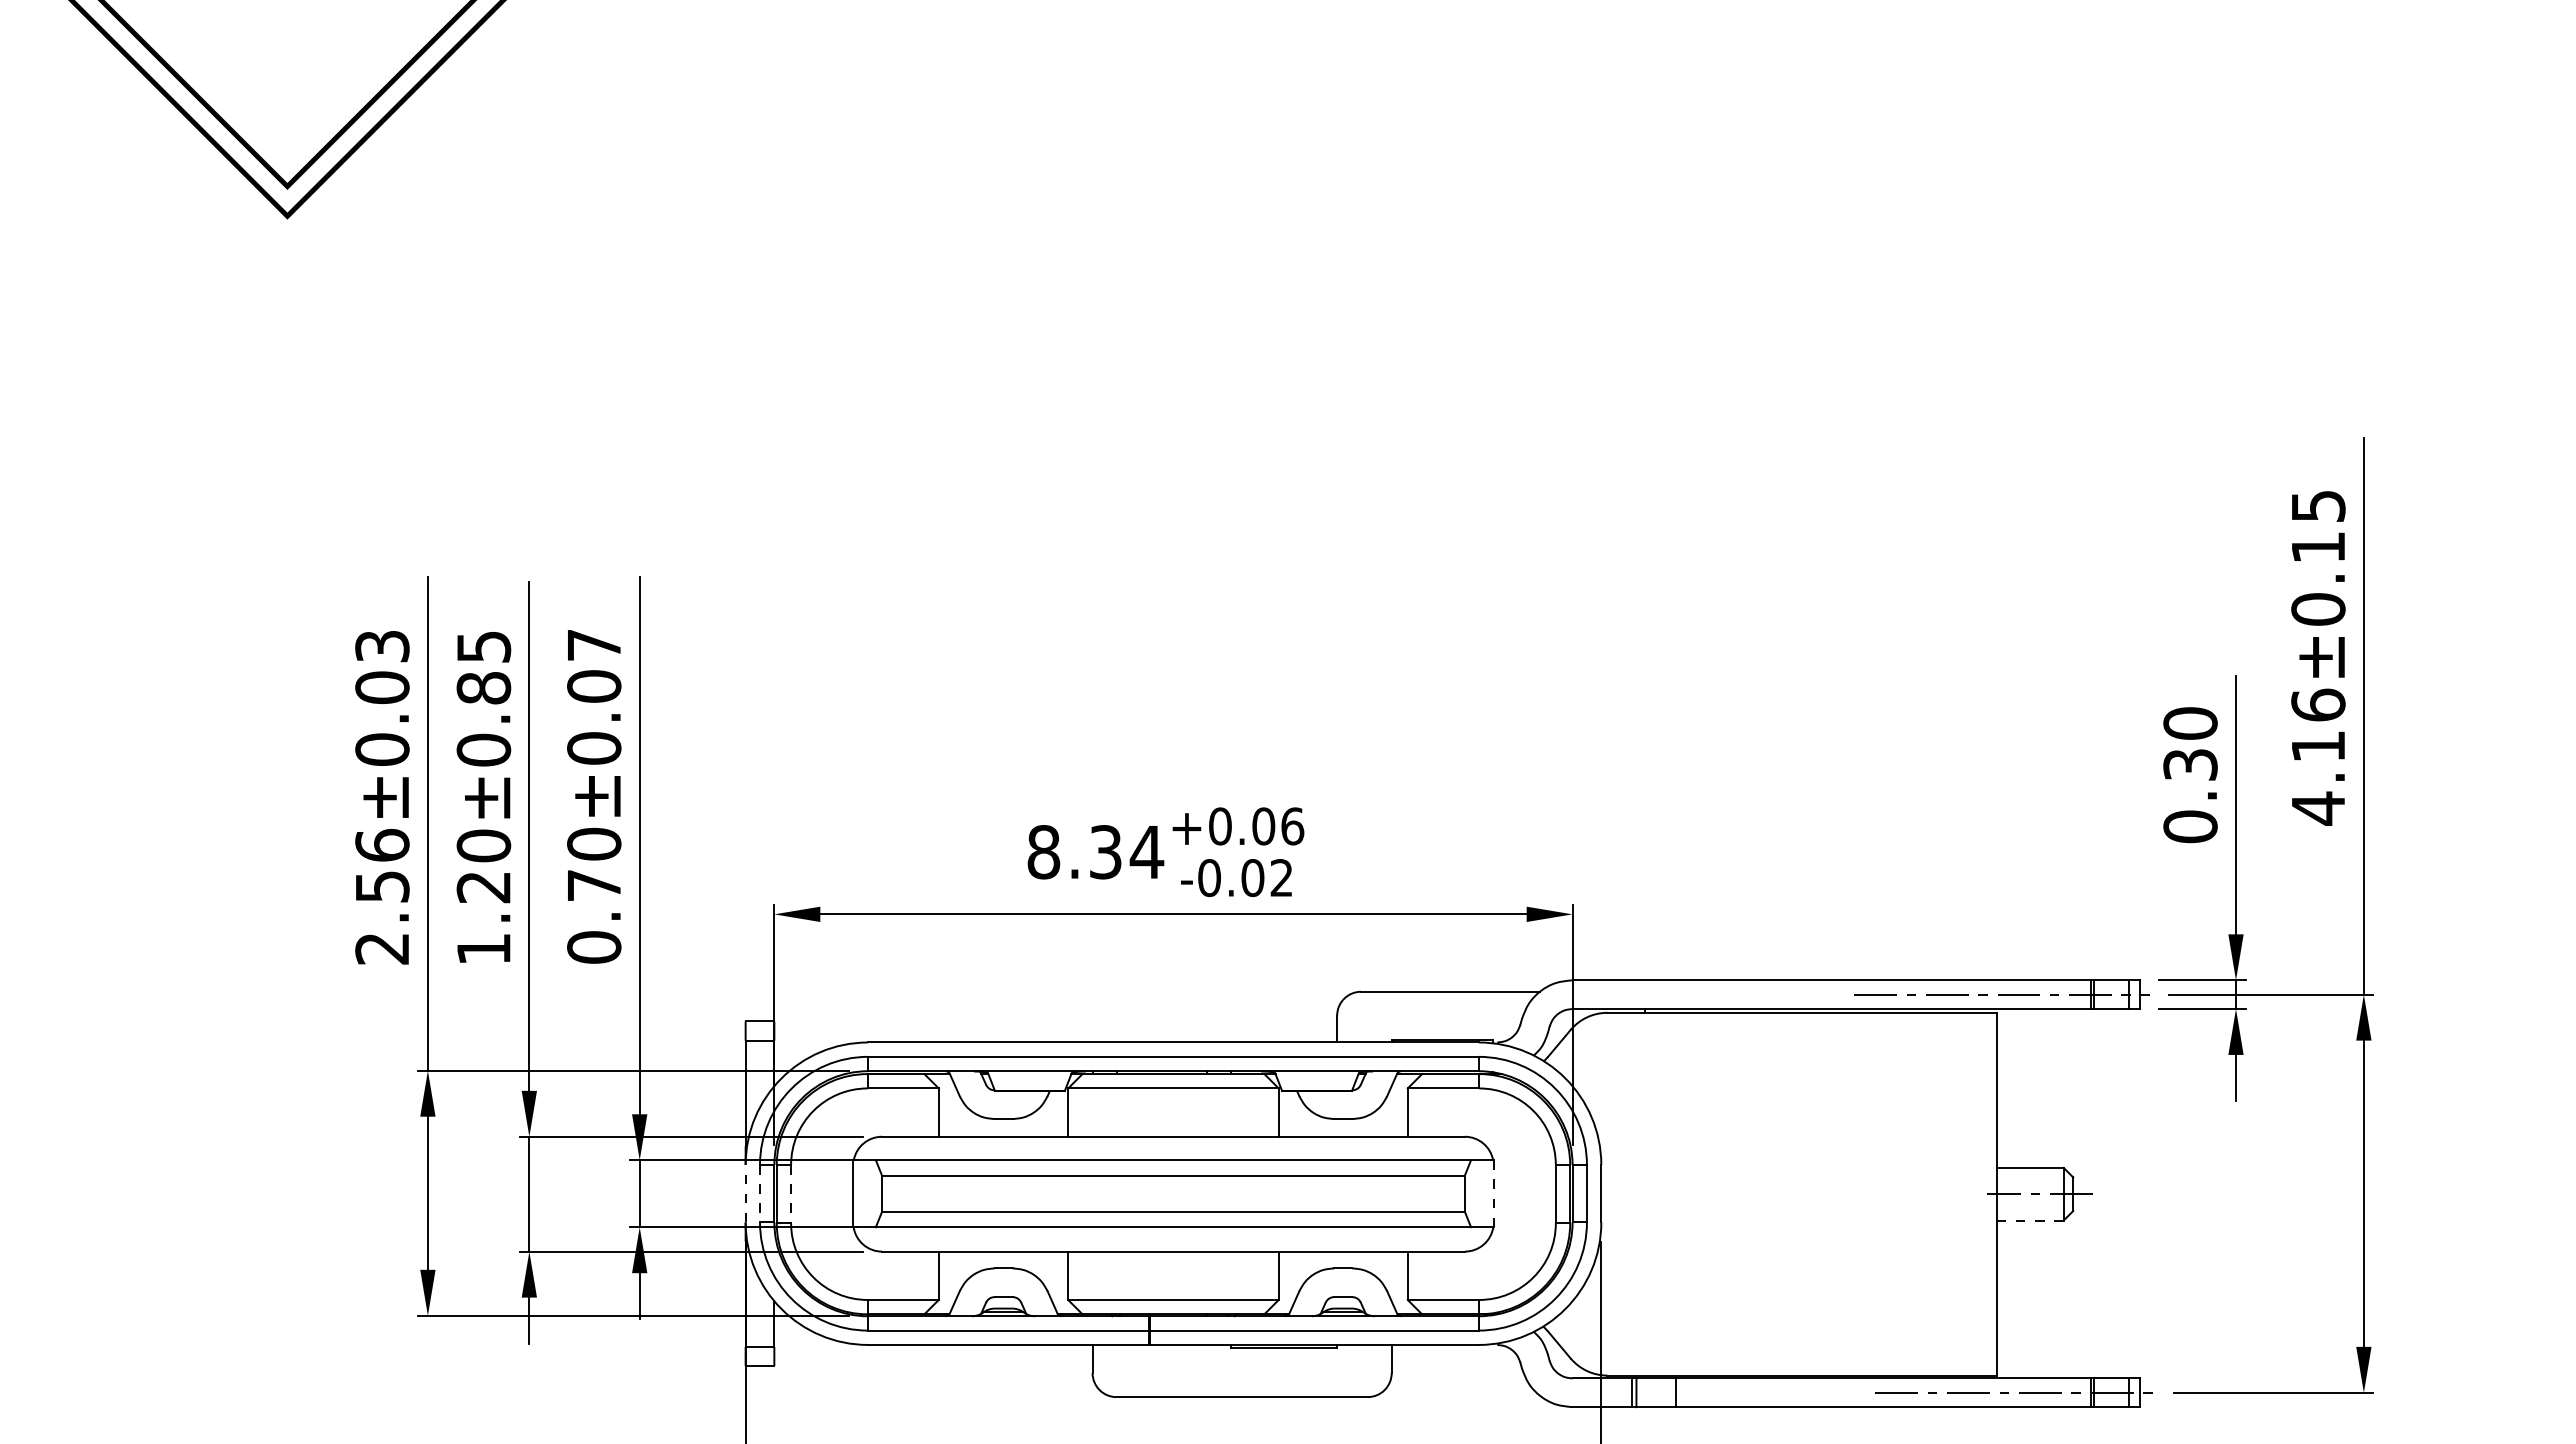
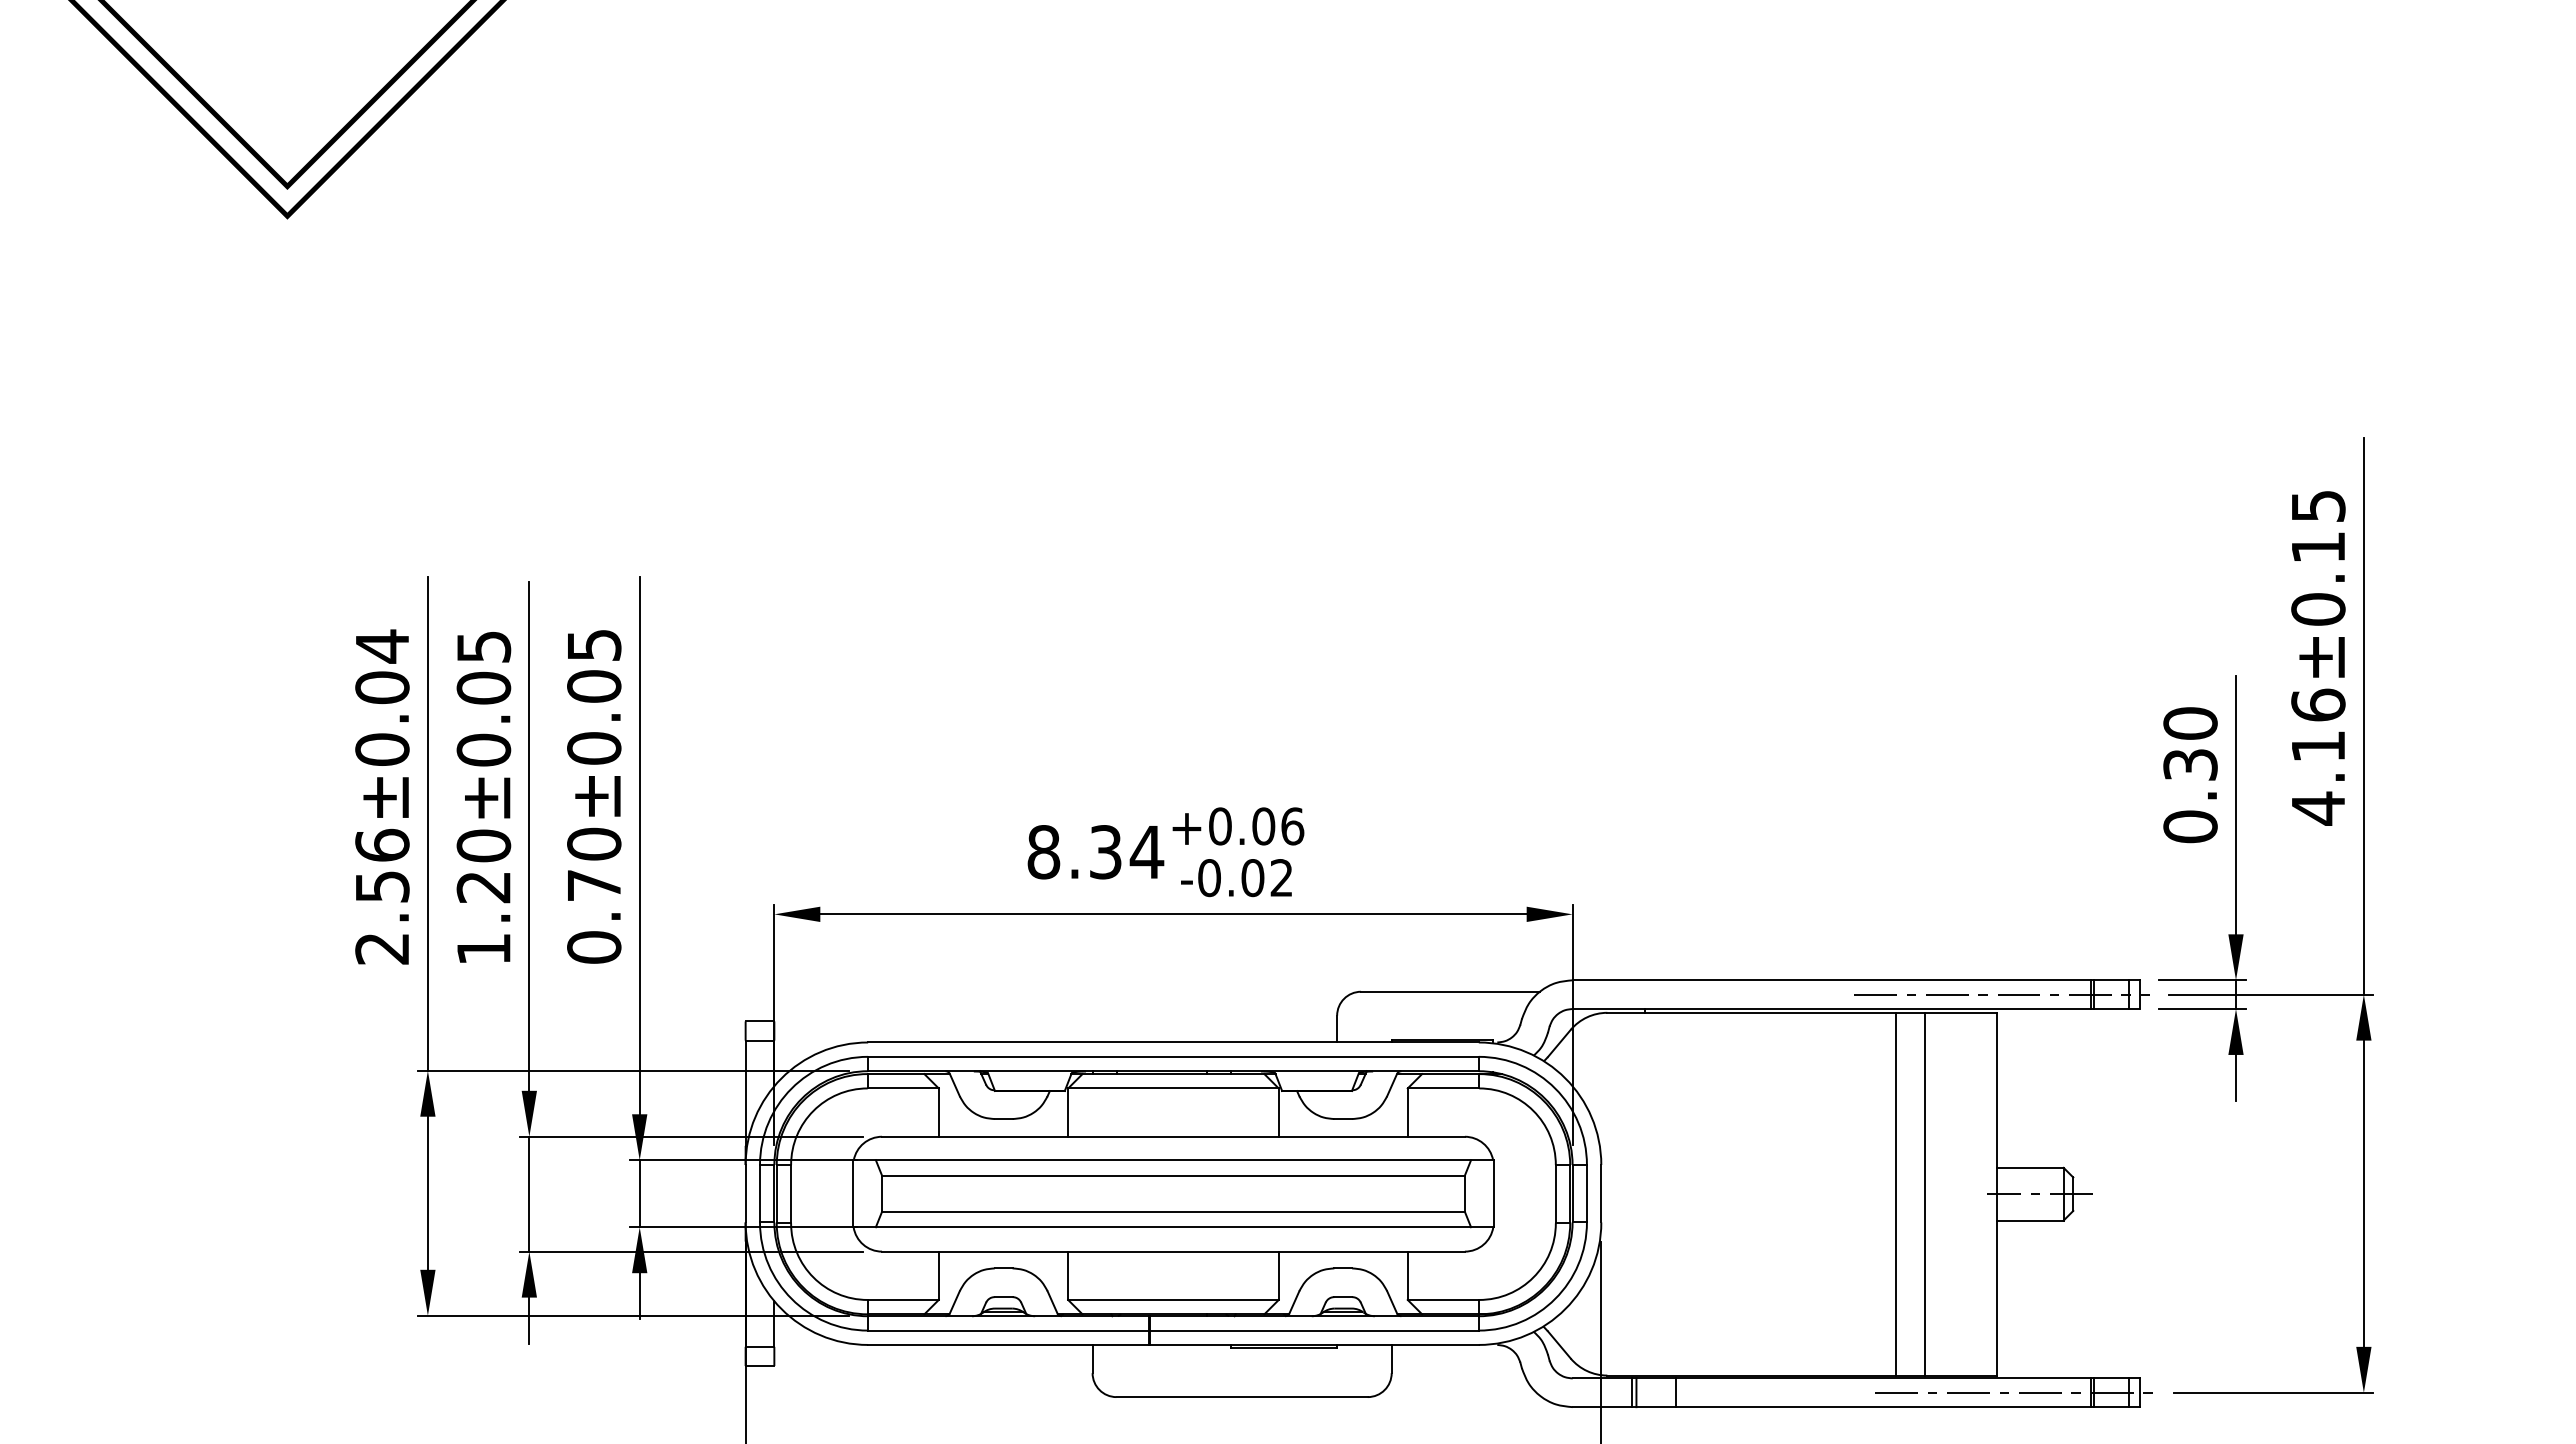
text at (594, 645): 0.70±0.07 -> 0.70±0.05
text at (382, 646): 2.56±0.03 -> 2.56±0.04
text at (483, 687): 1.20±0.85 -> 1.20±0.05
line at (745, 1193): dashed -> solid
line at (760, 1193): dashed -> solid
line at (1896, 1193): none -> present
line at (1924, 1193): none -> present
line at (791, 1194): dashed -> solid
line at (1493, 1194): dashed -> solid
line at (2030, 1220): dashed -> solid
